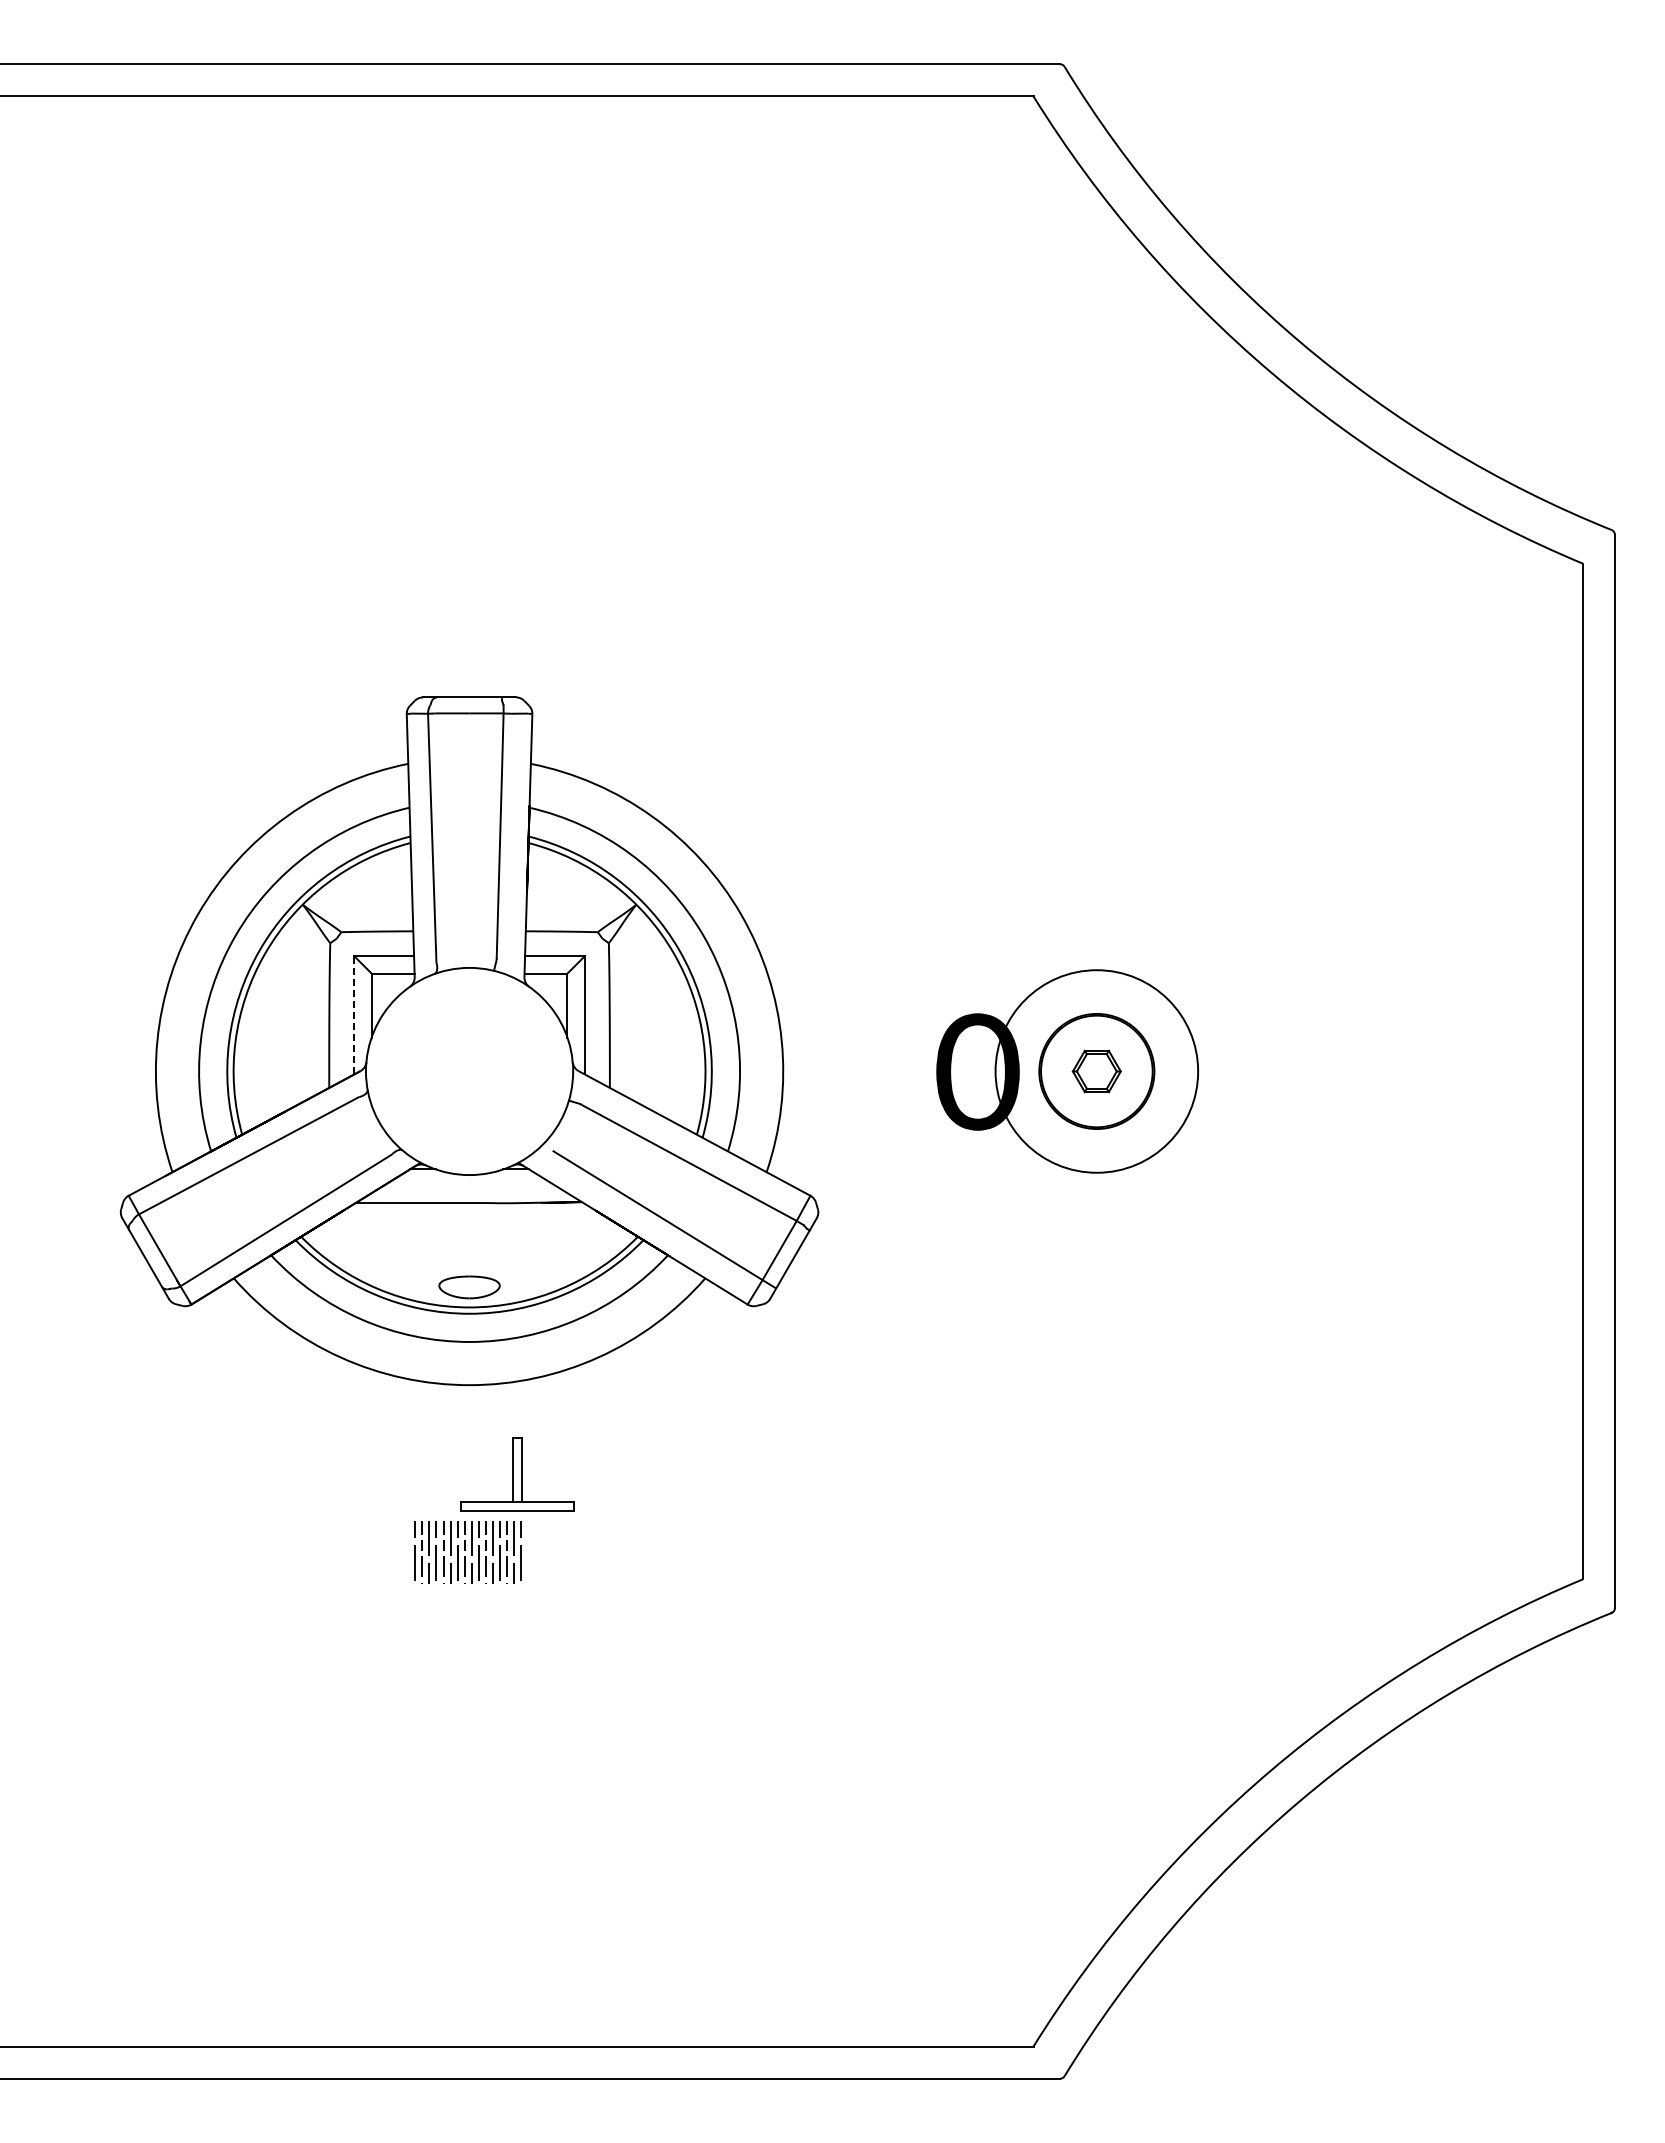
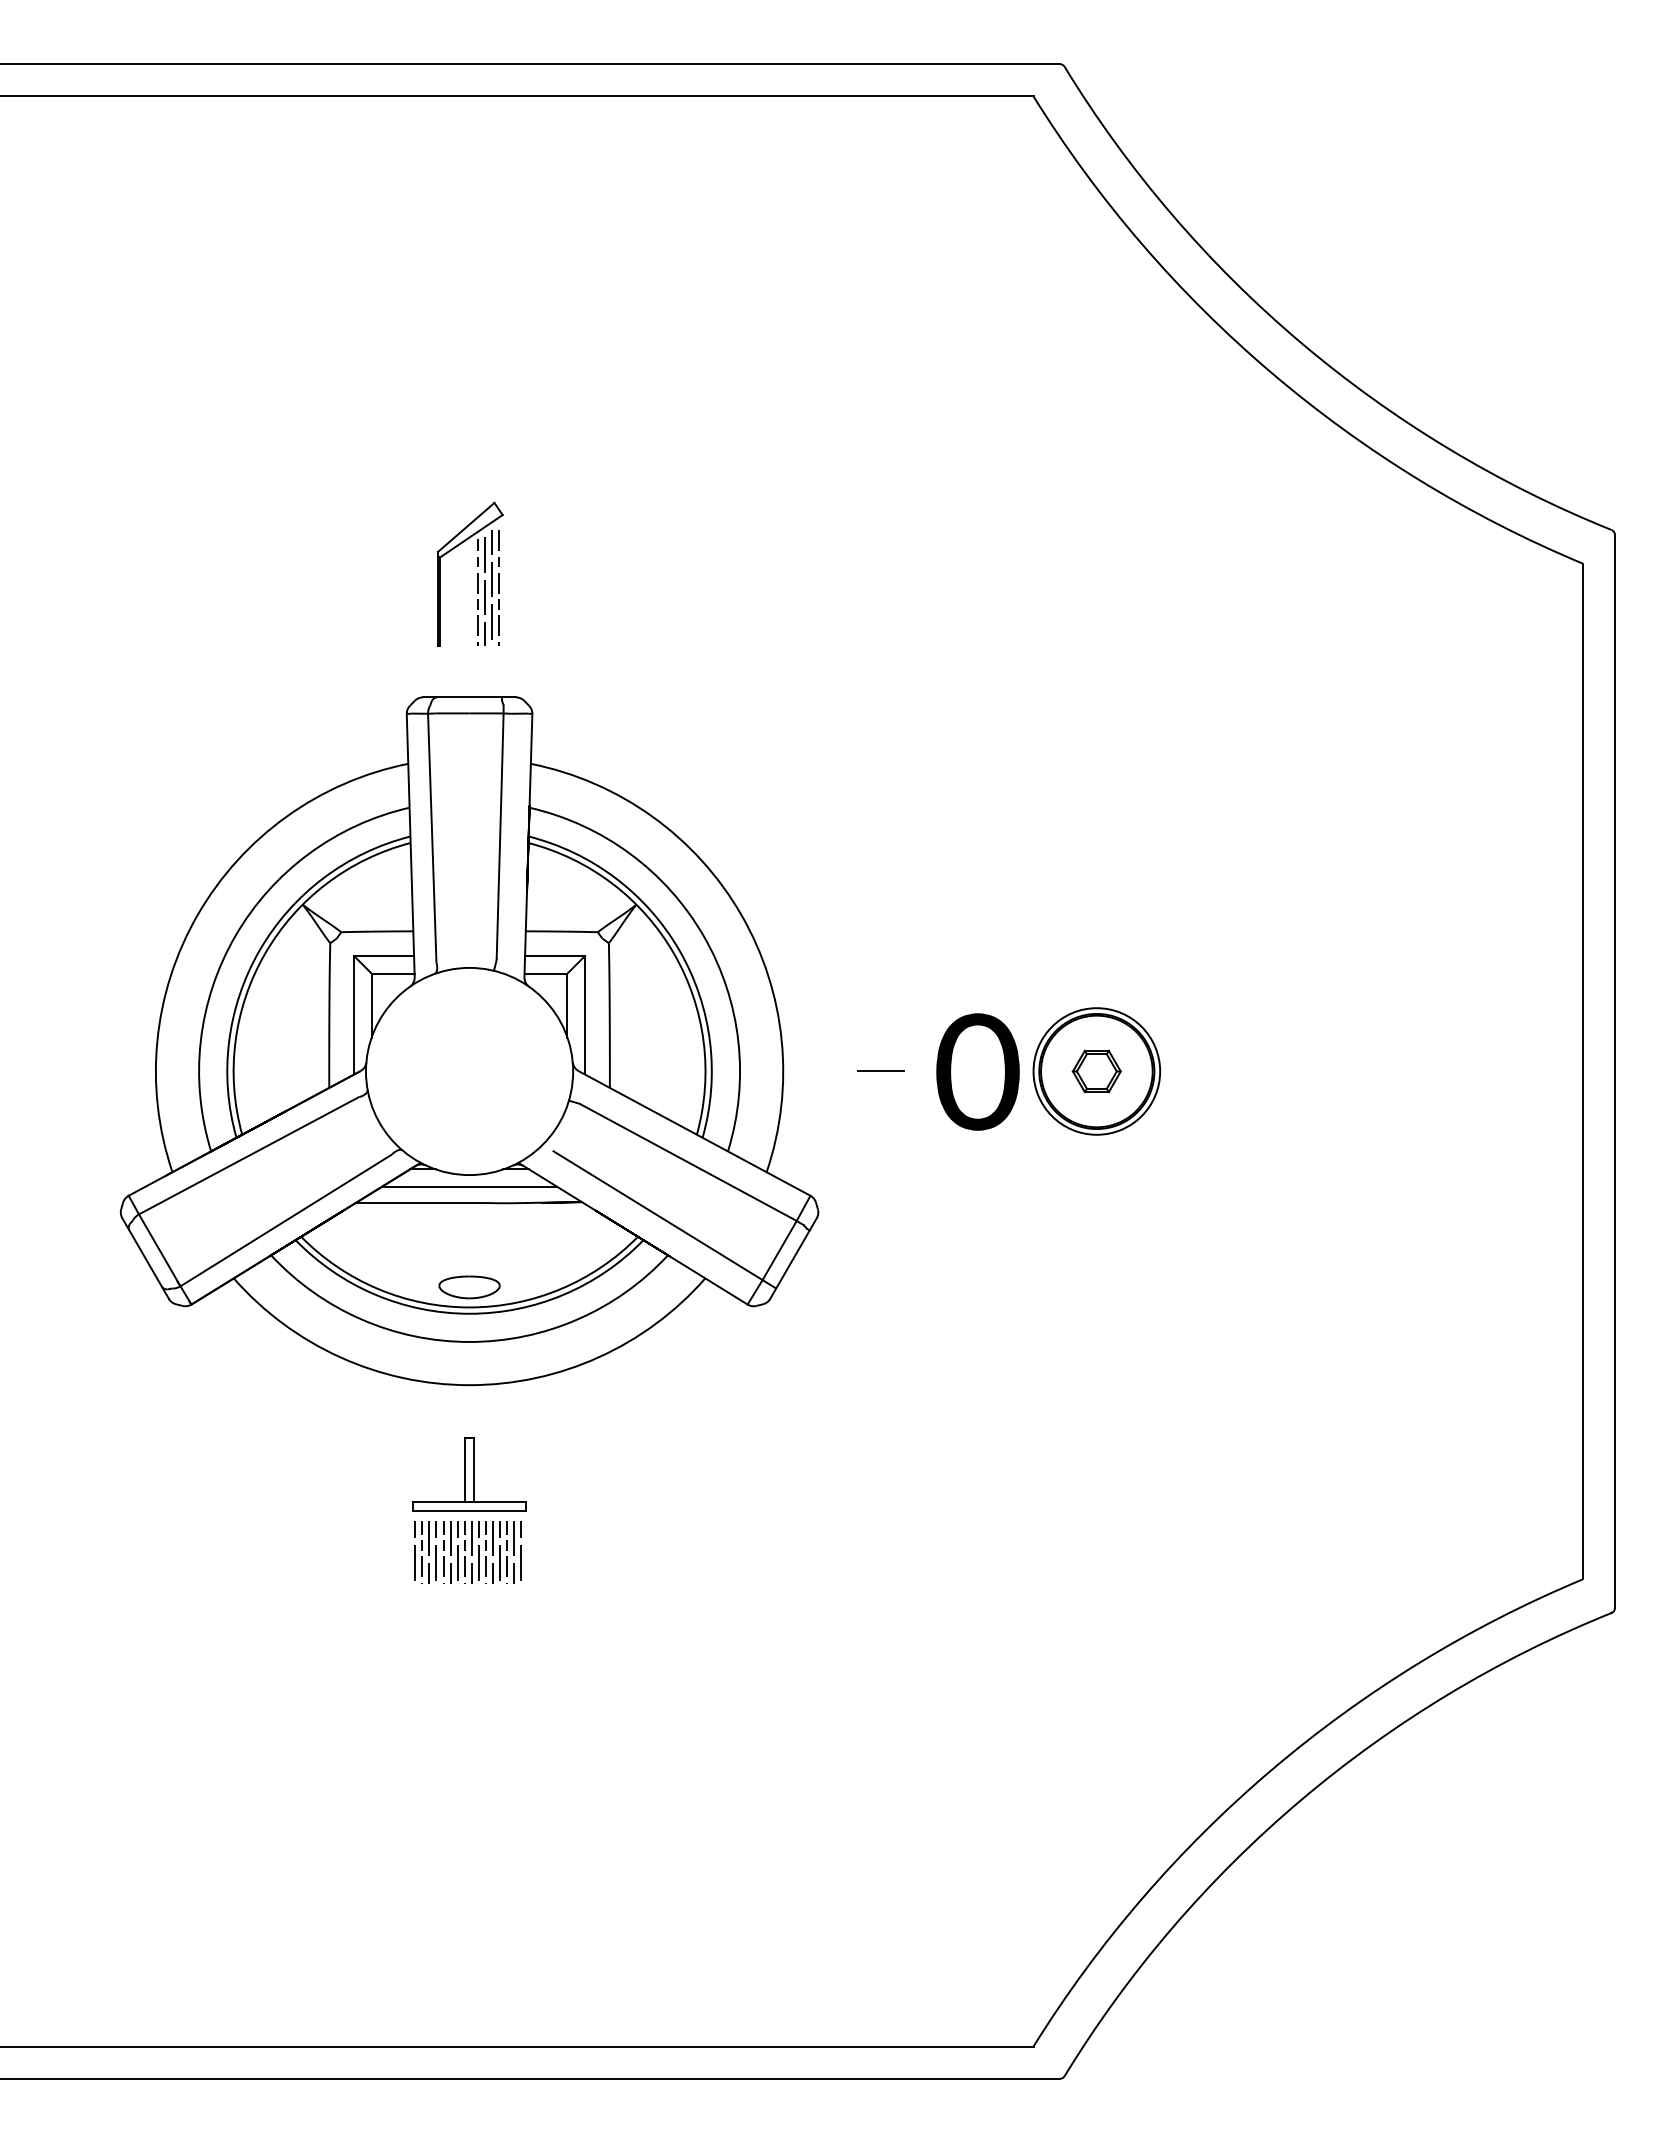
part at (477, 573): none -> present
line at (354, 1015): dashed -> solid
line at (881, 1071): none -> present
circle at (1096, 1071) diameter: 203 px -> 127 px
line at (469, 1186): none -> present
part at (517, 1474) position: (517, 1474) -> (469, 1474)
